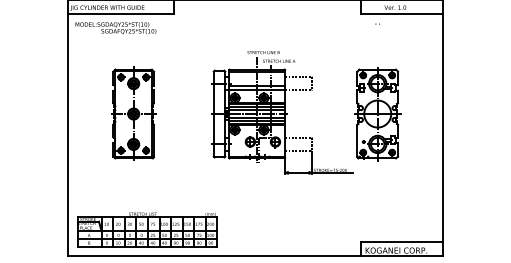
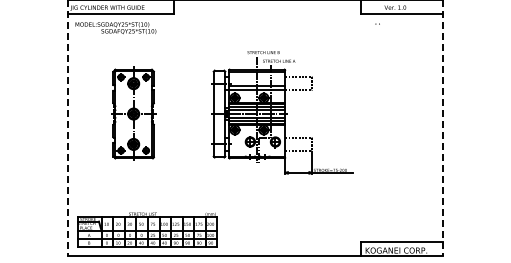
part at (377, 114): present -> none
line at (67, 128): solid -> dashed
line at (443, 128): solid -> dashed
